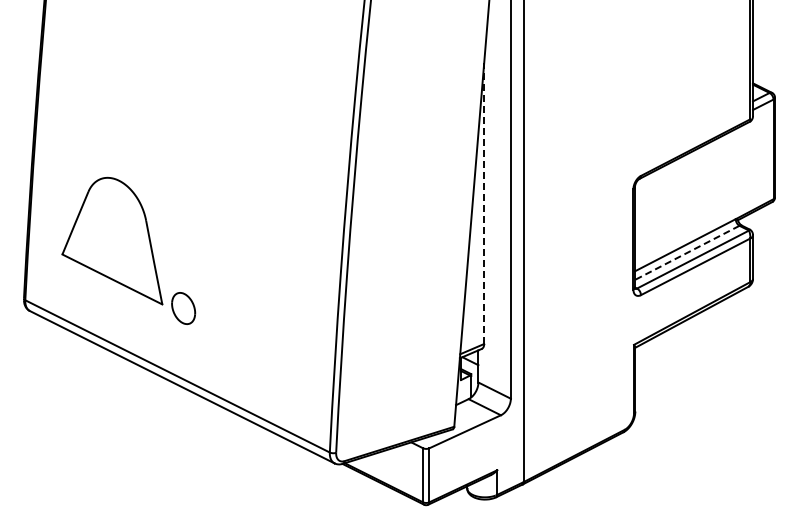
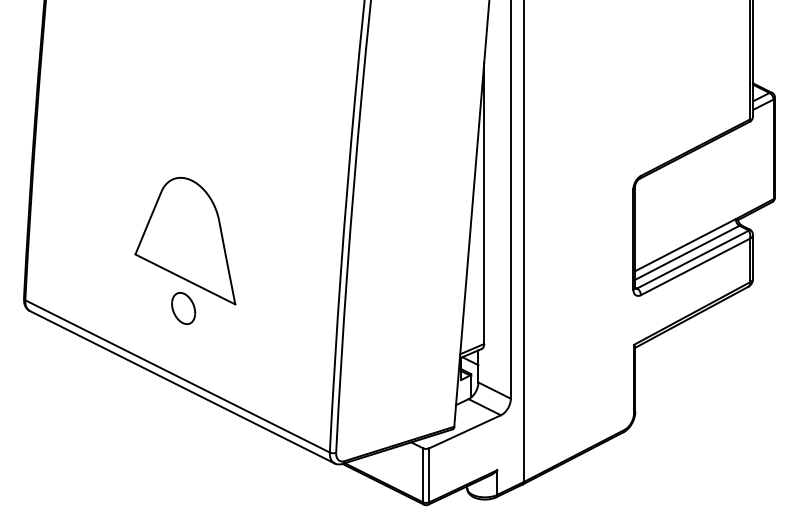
line at (484, 203): dashed -> solid
part at (112, 240) position: (112, 240) -> (185, 240)
line at (687, 252): dashed -> solid
